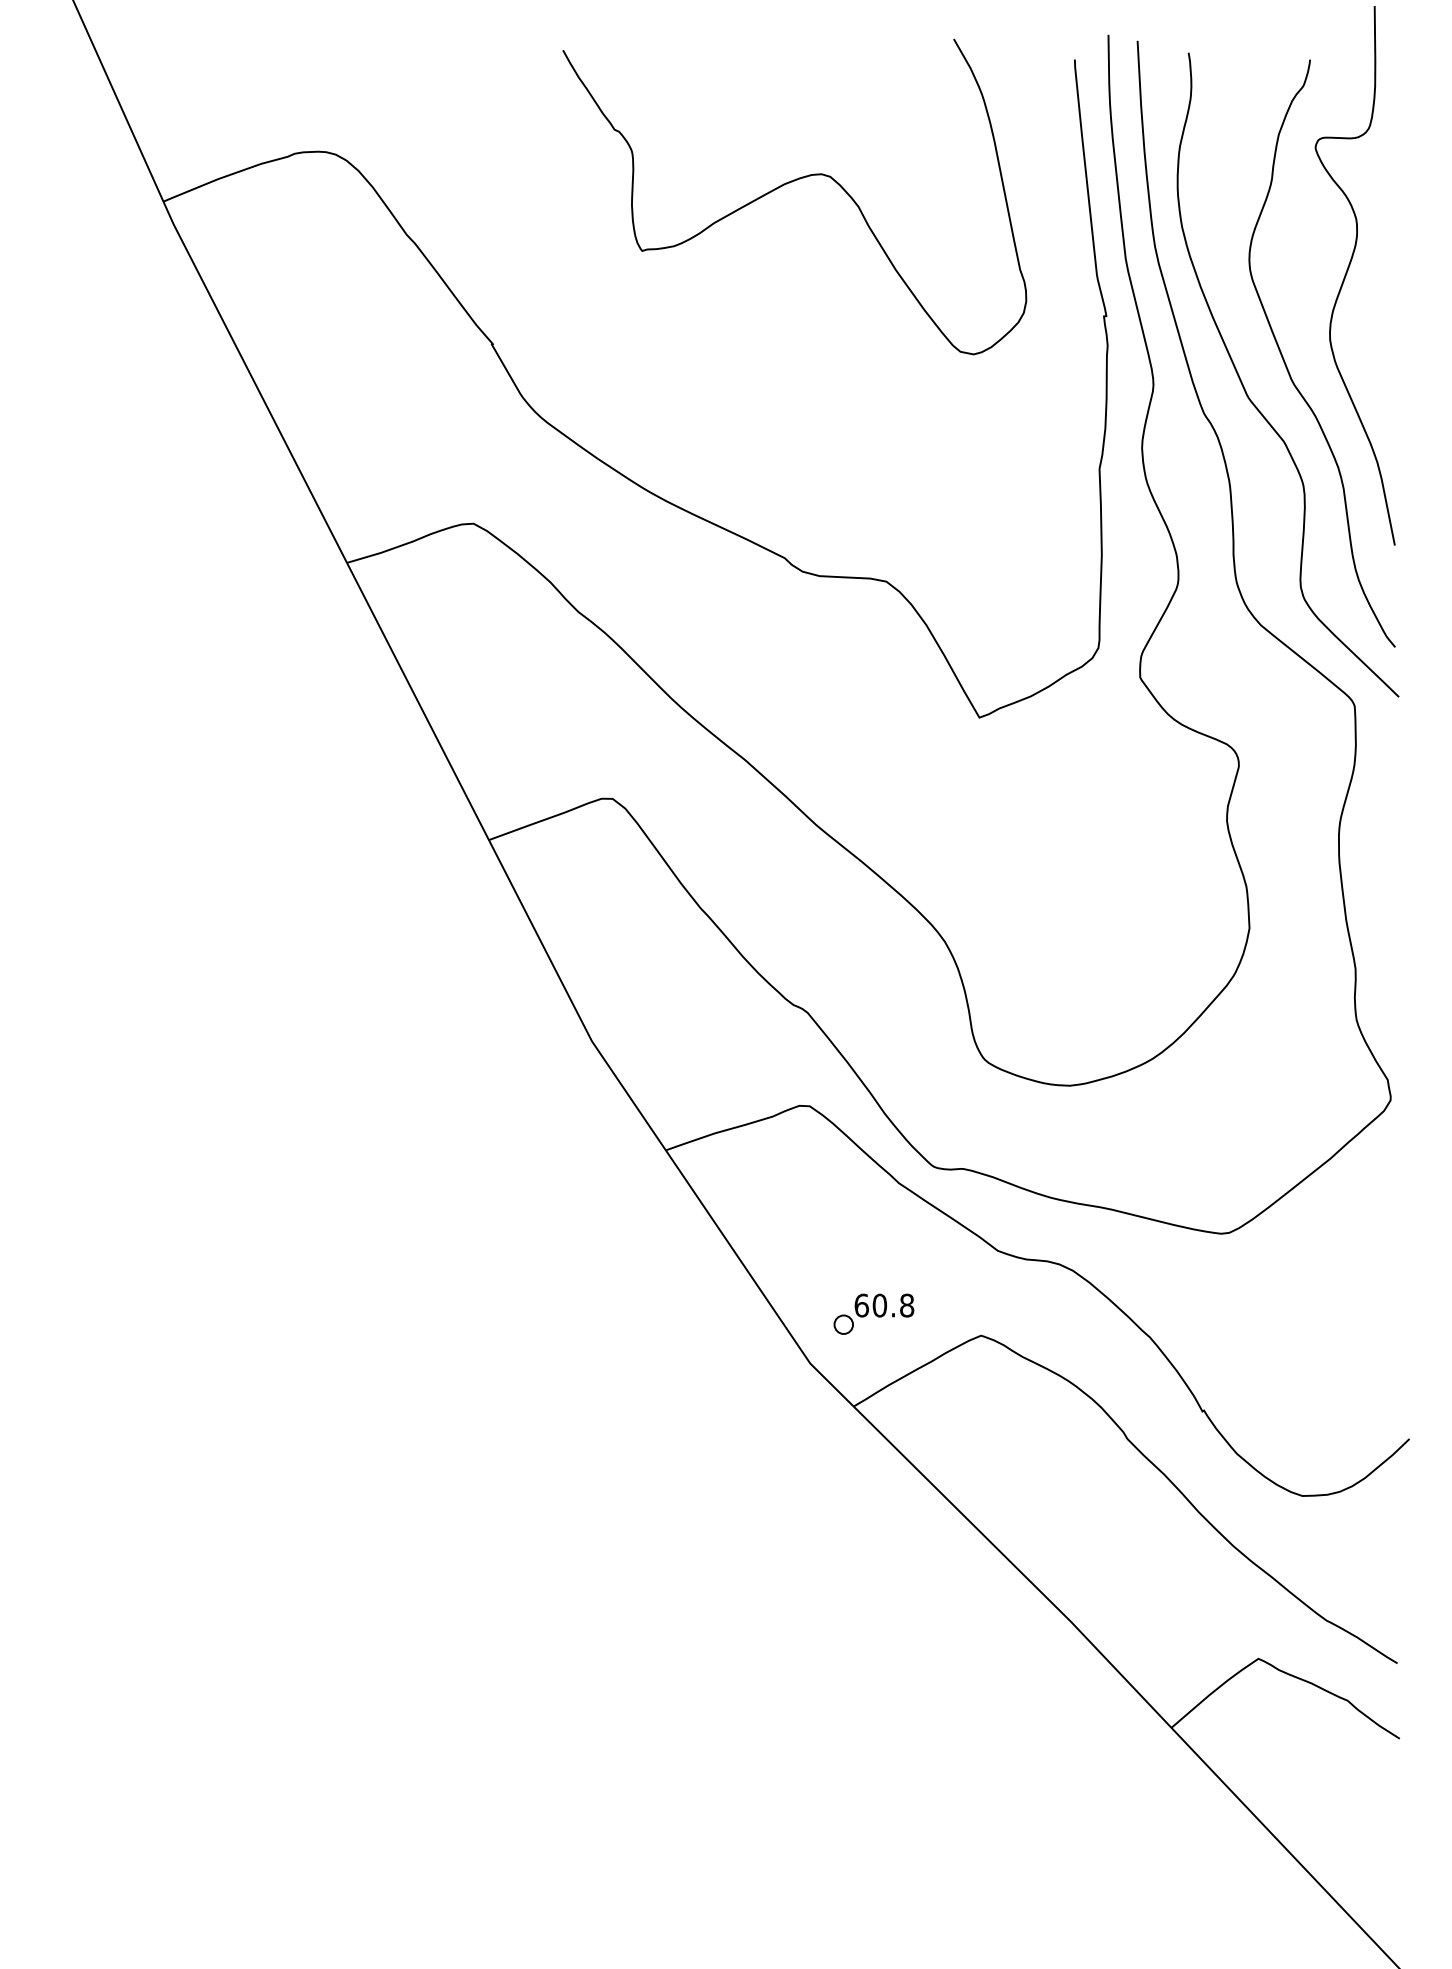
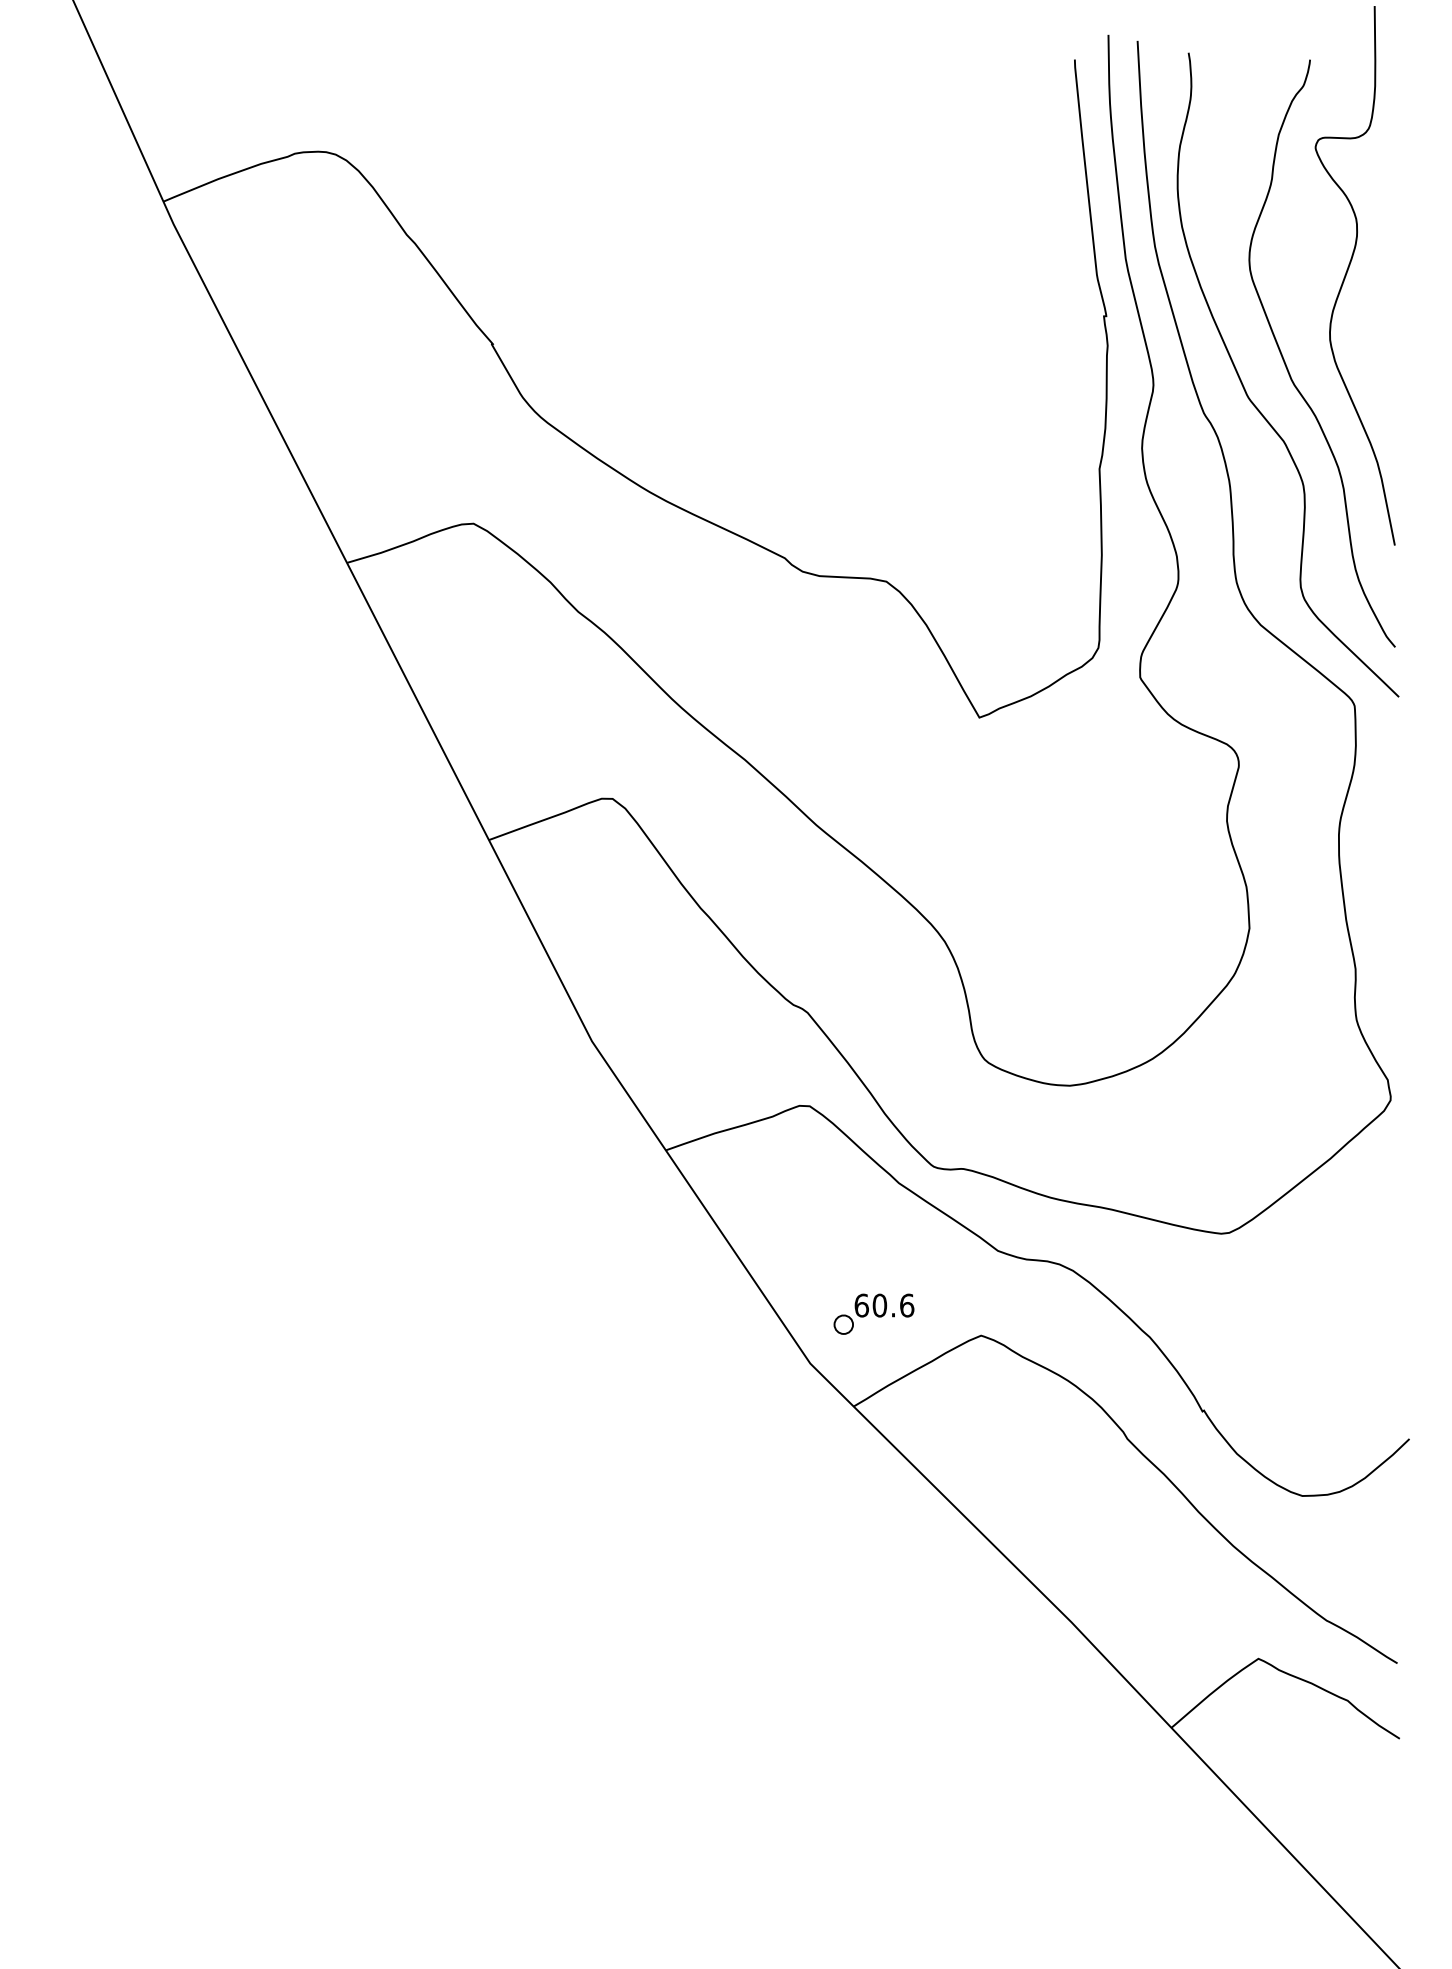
curve at (787, 184): present -> none
text at (907, 1305): 60.8 -> 60.6
